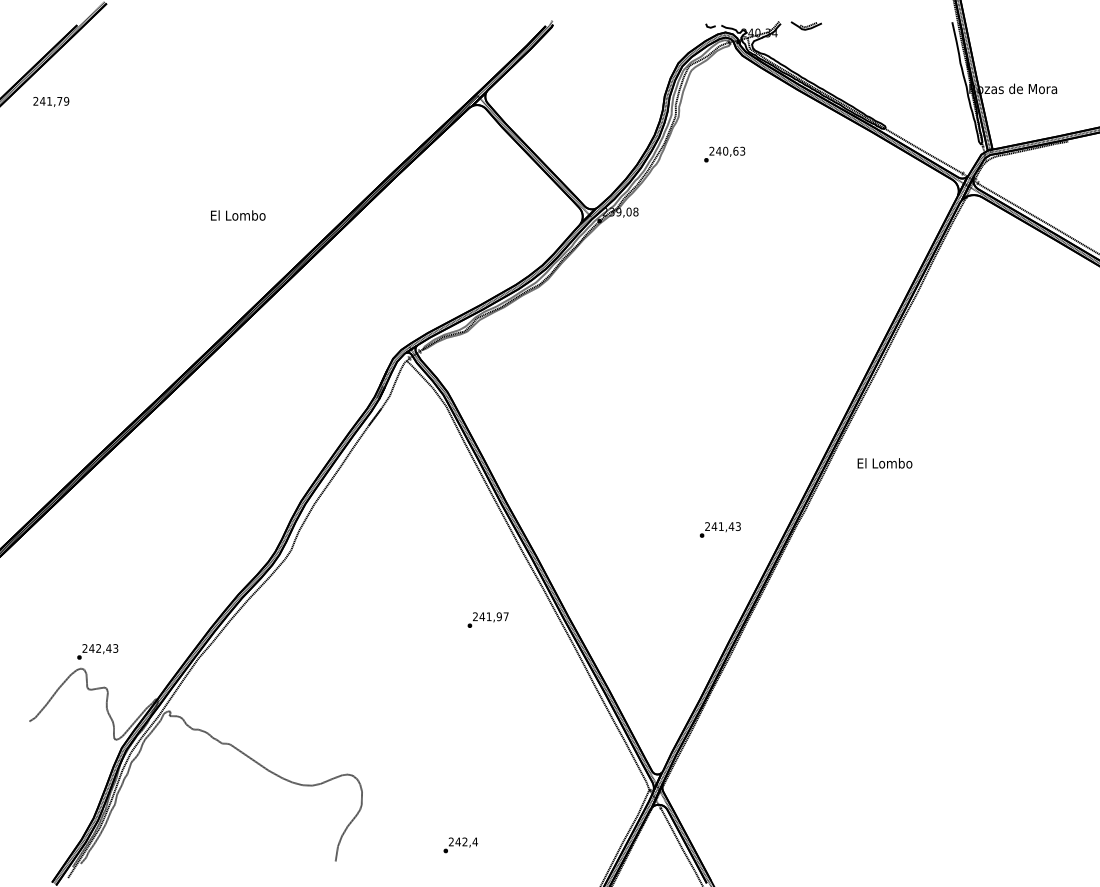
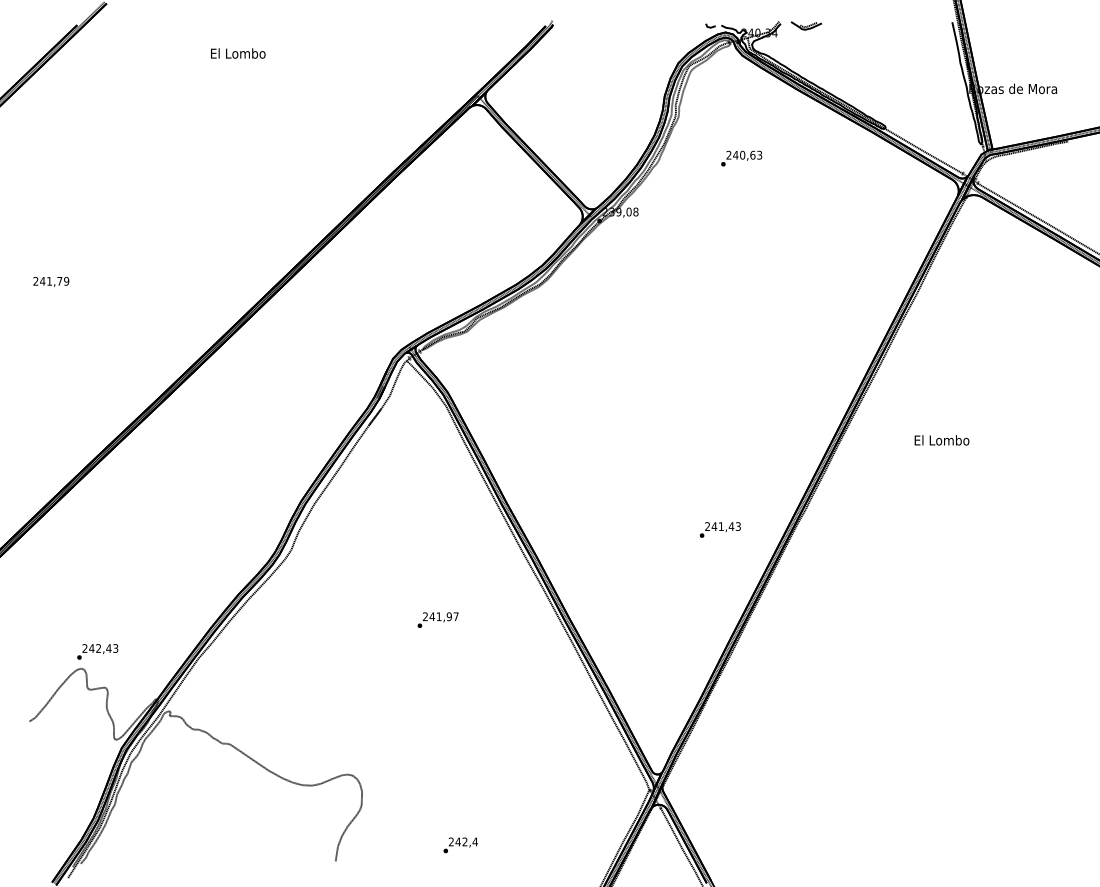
text at (51, 101) position: (51, 101) -> (51, 281)
text at (724, 154) position: (724, 154) -> (741, 158)
text at (238, 215) position: (238, 215) -> (238, 53)
text at (884, 463) position: (884, 463) -> (941, 440)
text at (487, 619) position: (487, 619) -> (437, 619)
